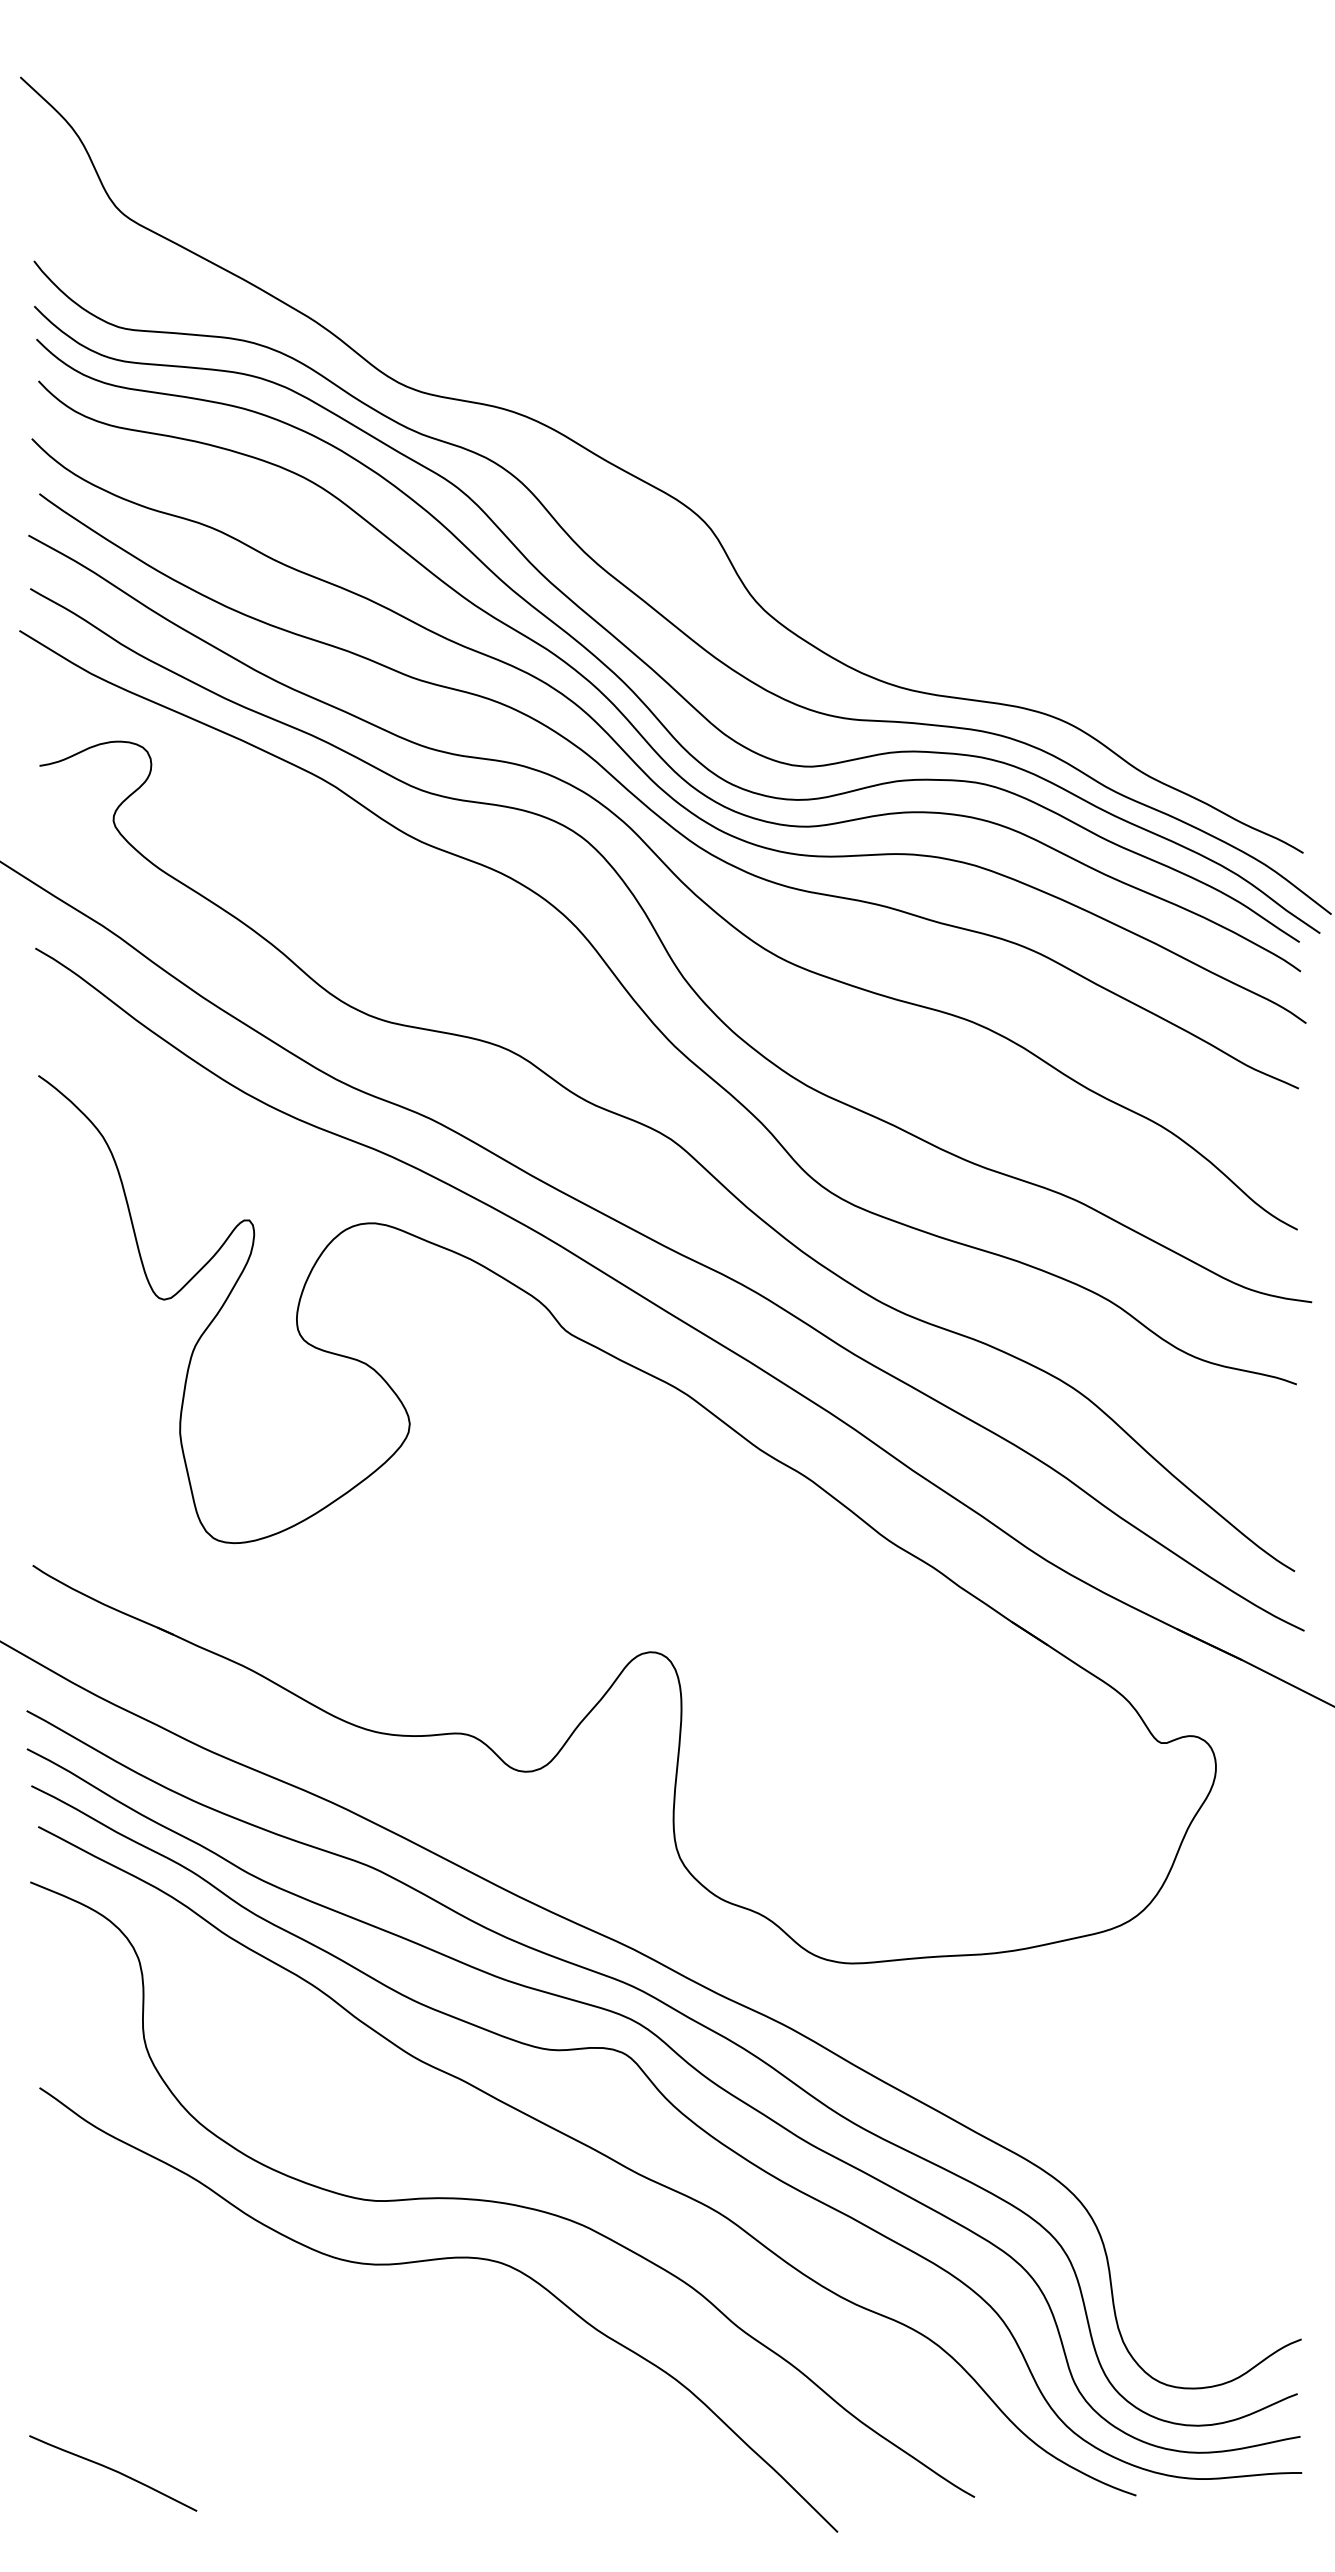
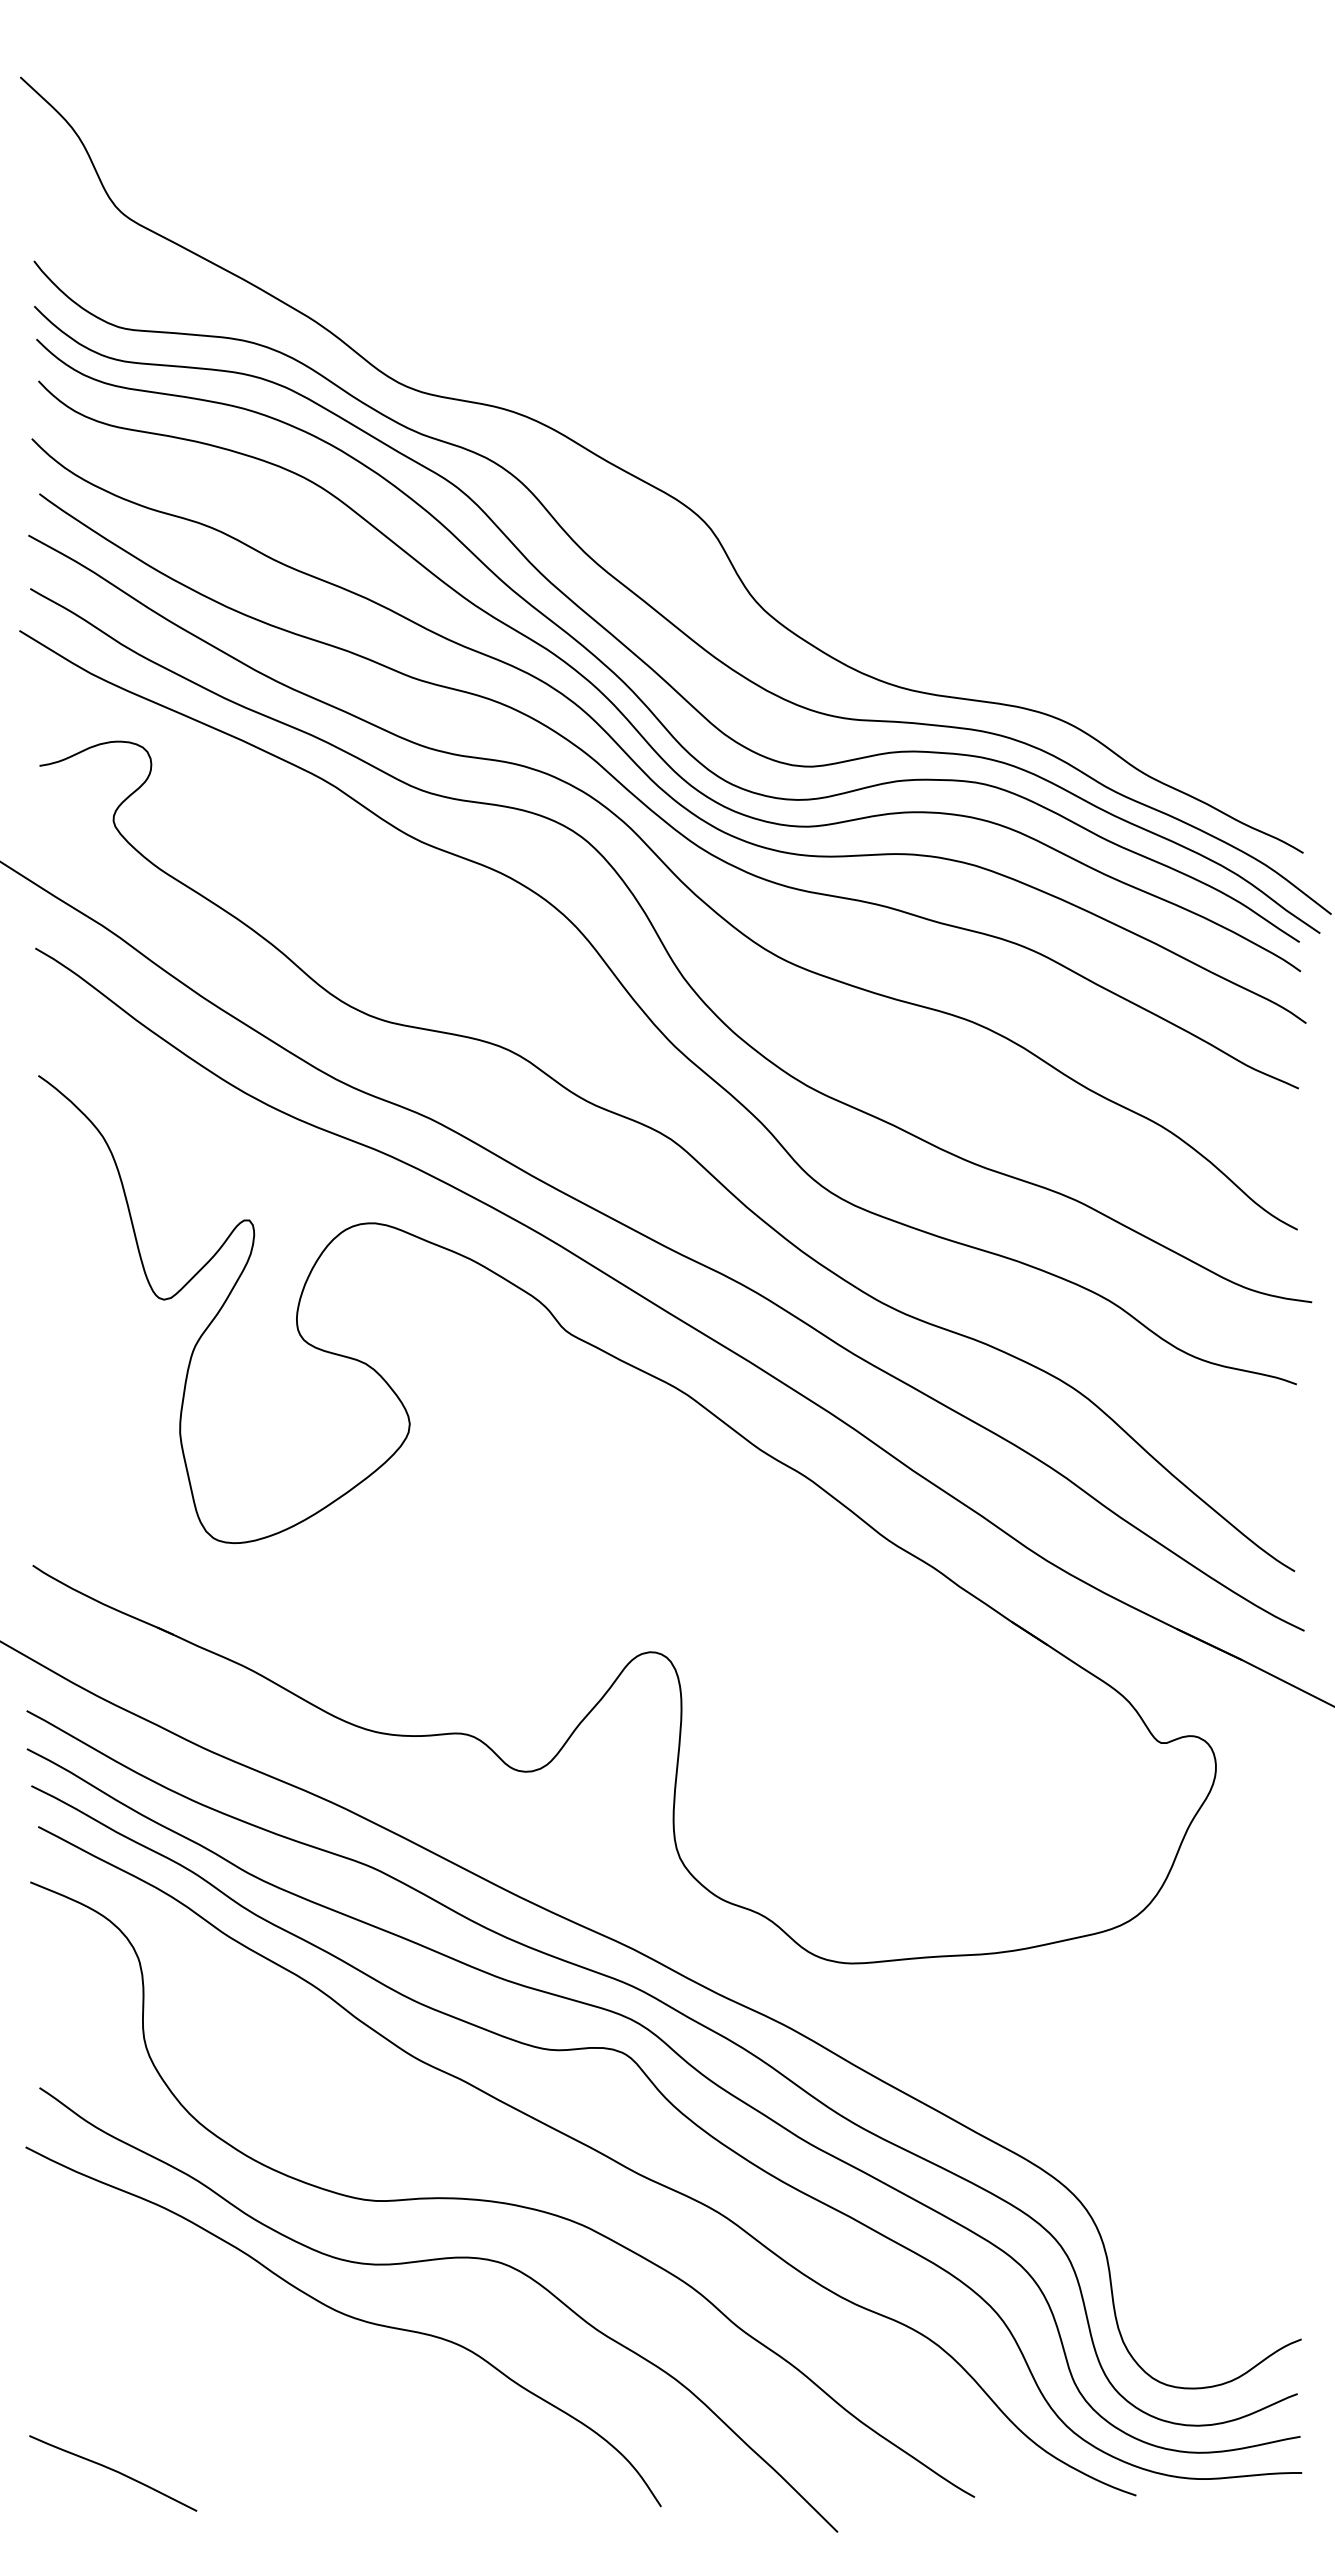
curve at (346, 2316): none -> present
